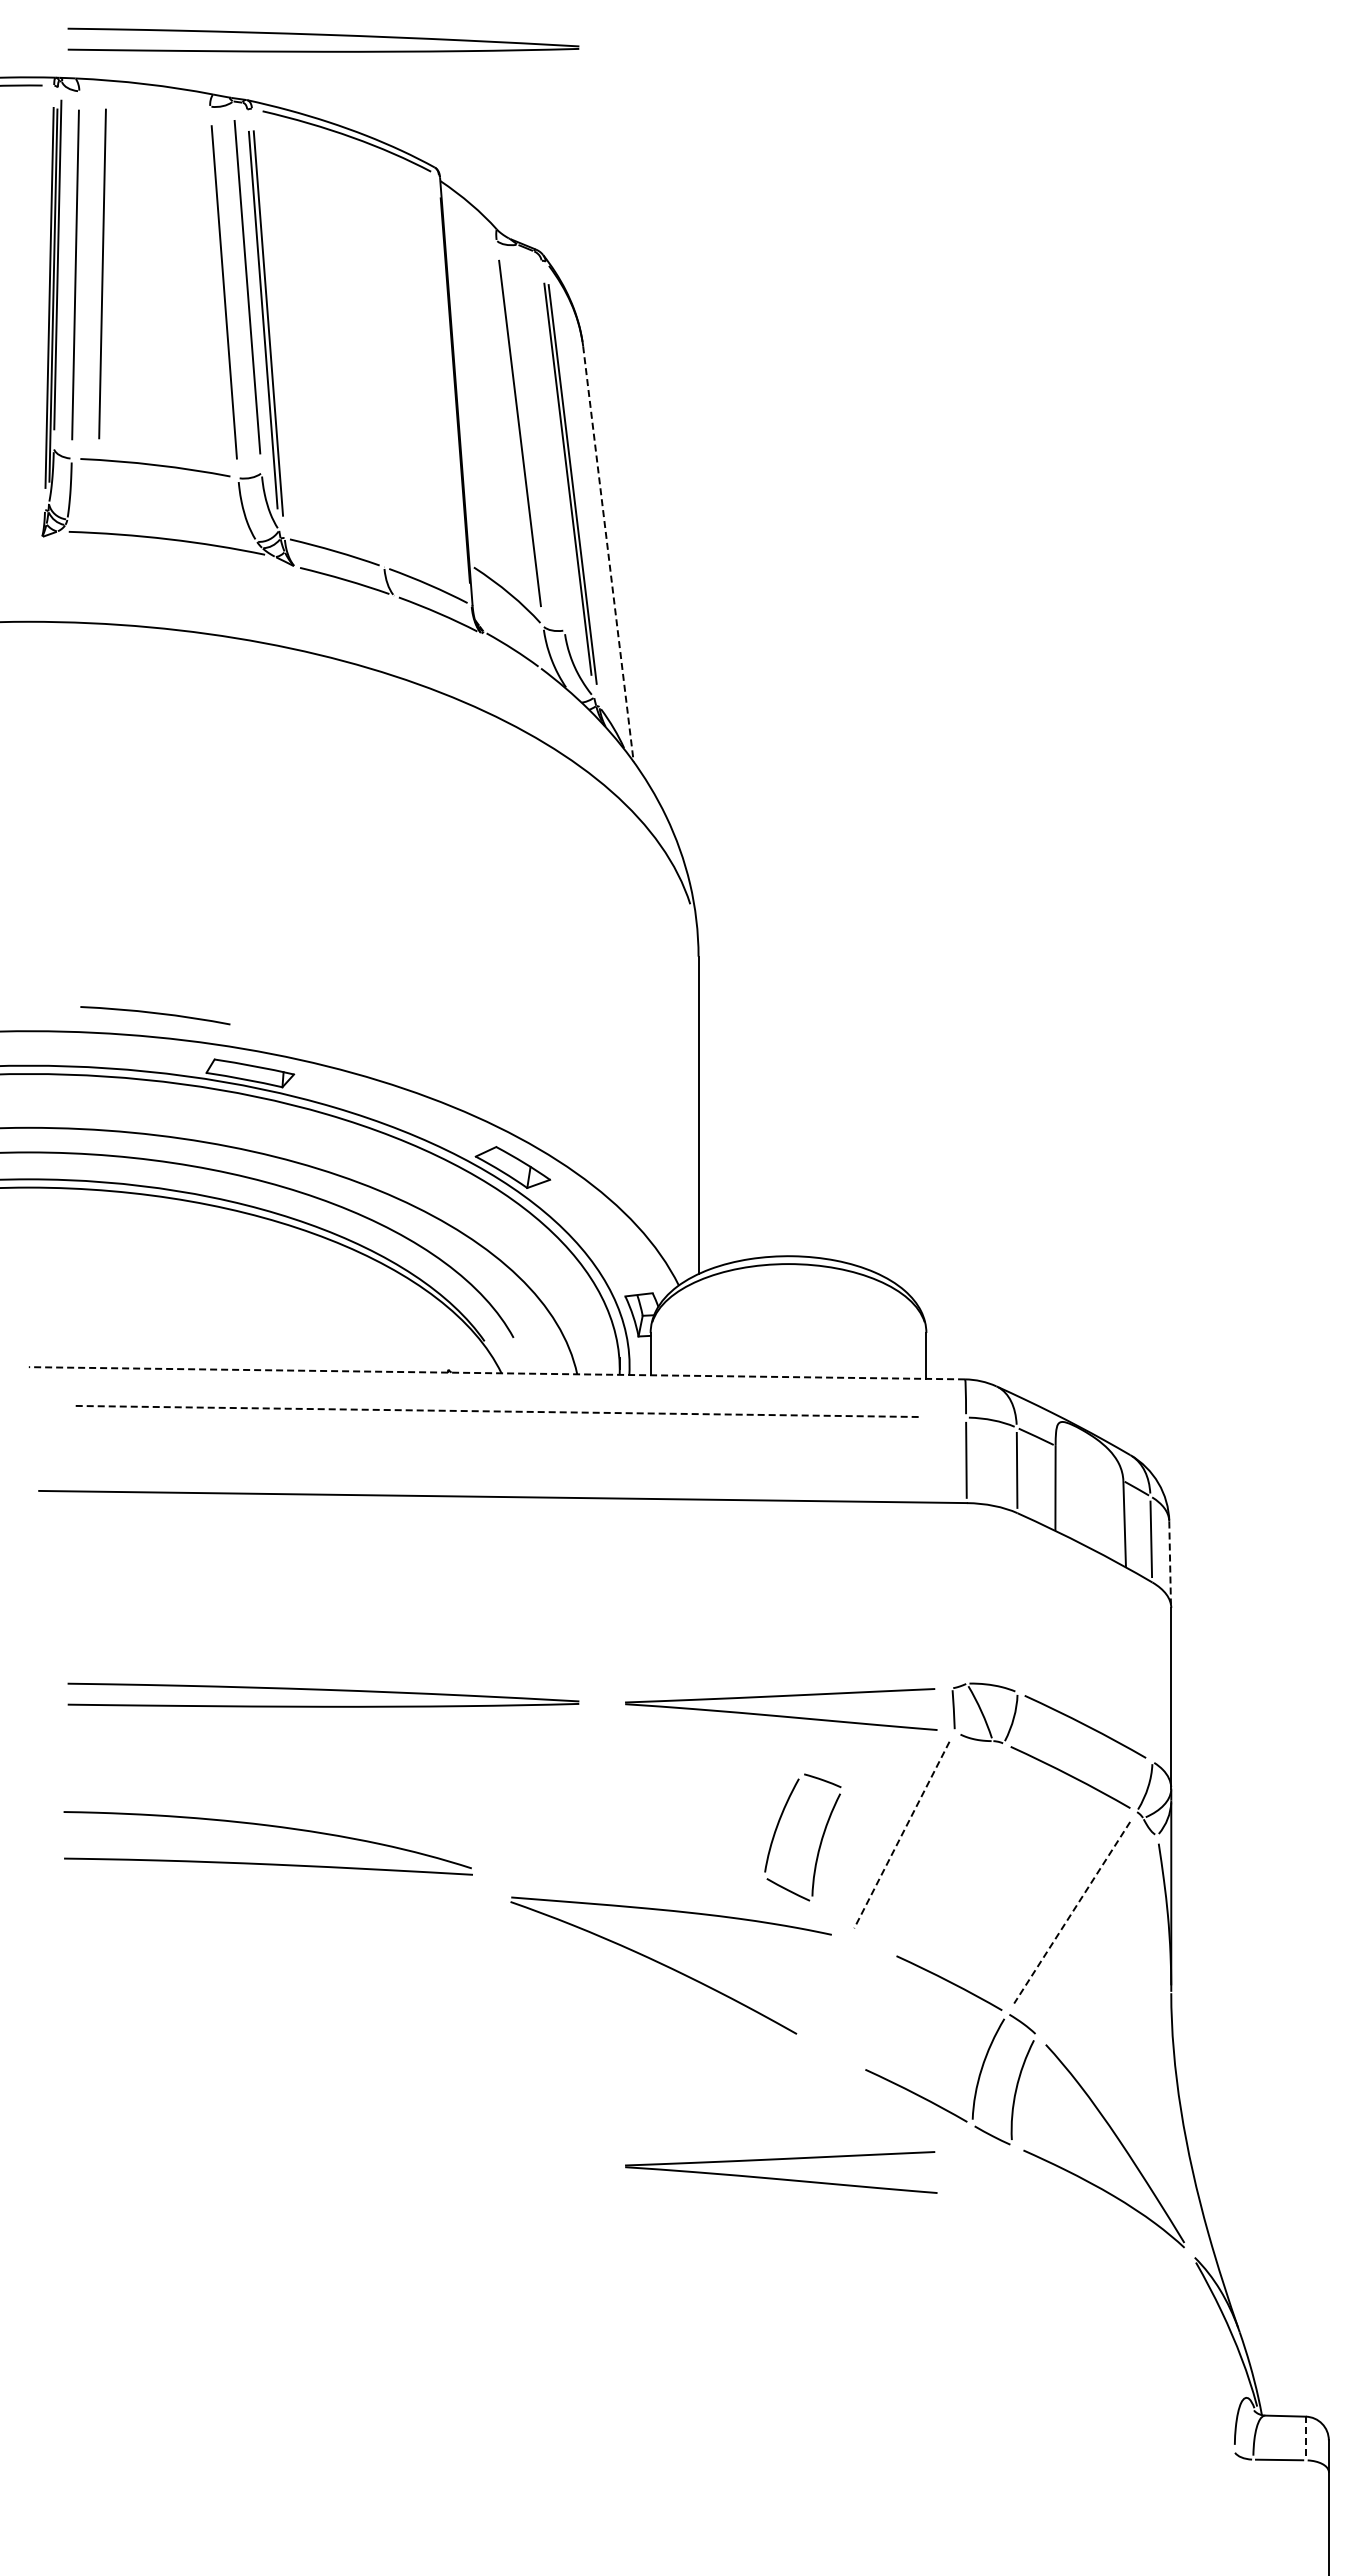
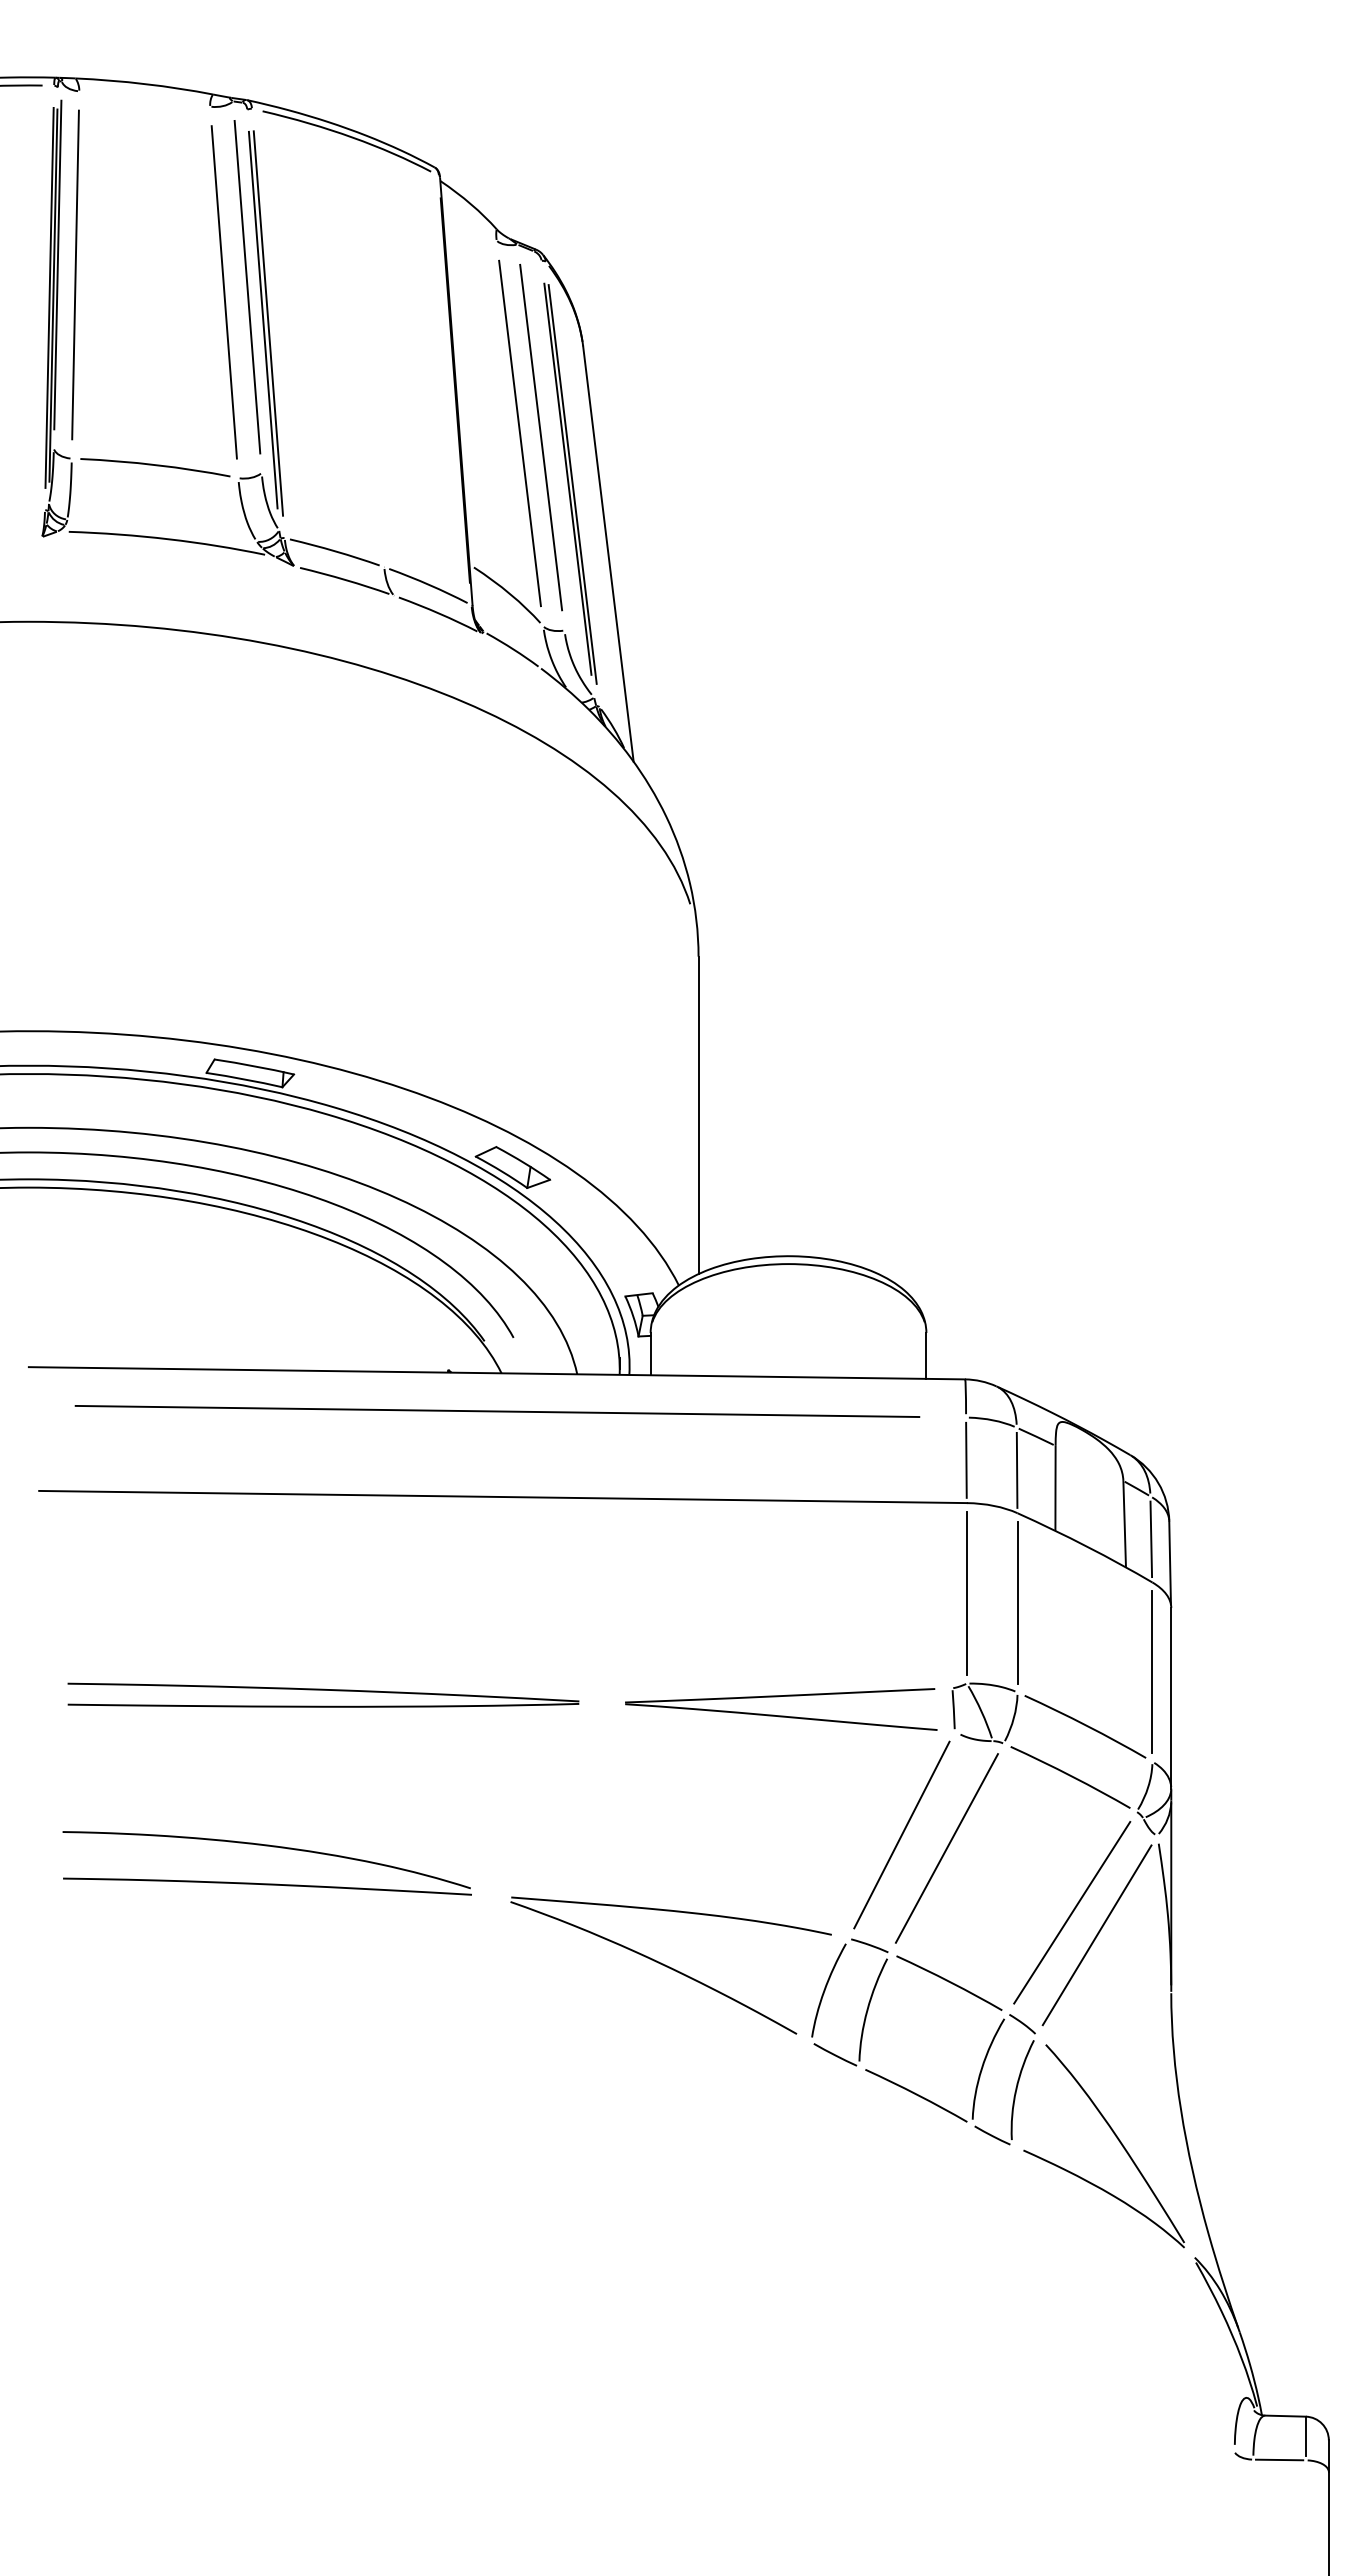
part at (323, 39): present -> none
line at (102, 273): present -> none
line at (540, 437): none -> present
line at (608, 554): dashed -> solid
curve at (155, 1014): present -> none
line at (496, 1373): dashed -> solid
line at (497, 1411): dashed -> solid
line at (1170, 1563): dashed -> solid
line at (966, 1593): none -> present
line at (1017, 1602): none -> present
line at (1152, 1671): none -> present
part at (267, 1826) position: (267, 1826) -> (266, 1846)
line at (901, 1835): dashed -> solid
part at (820, 1840) position: (820, 1840) -> (867, 2005)
line at (946, 1848): none -> present
line at (1072, 1912): dashed -> solid
line at (1096, 1935): none -> present
part at (781, 2172): present -> none
line at (1305, 2436): dashed -> solid
